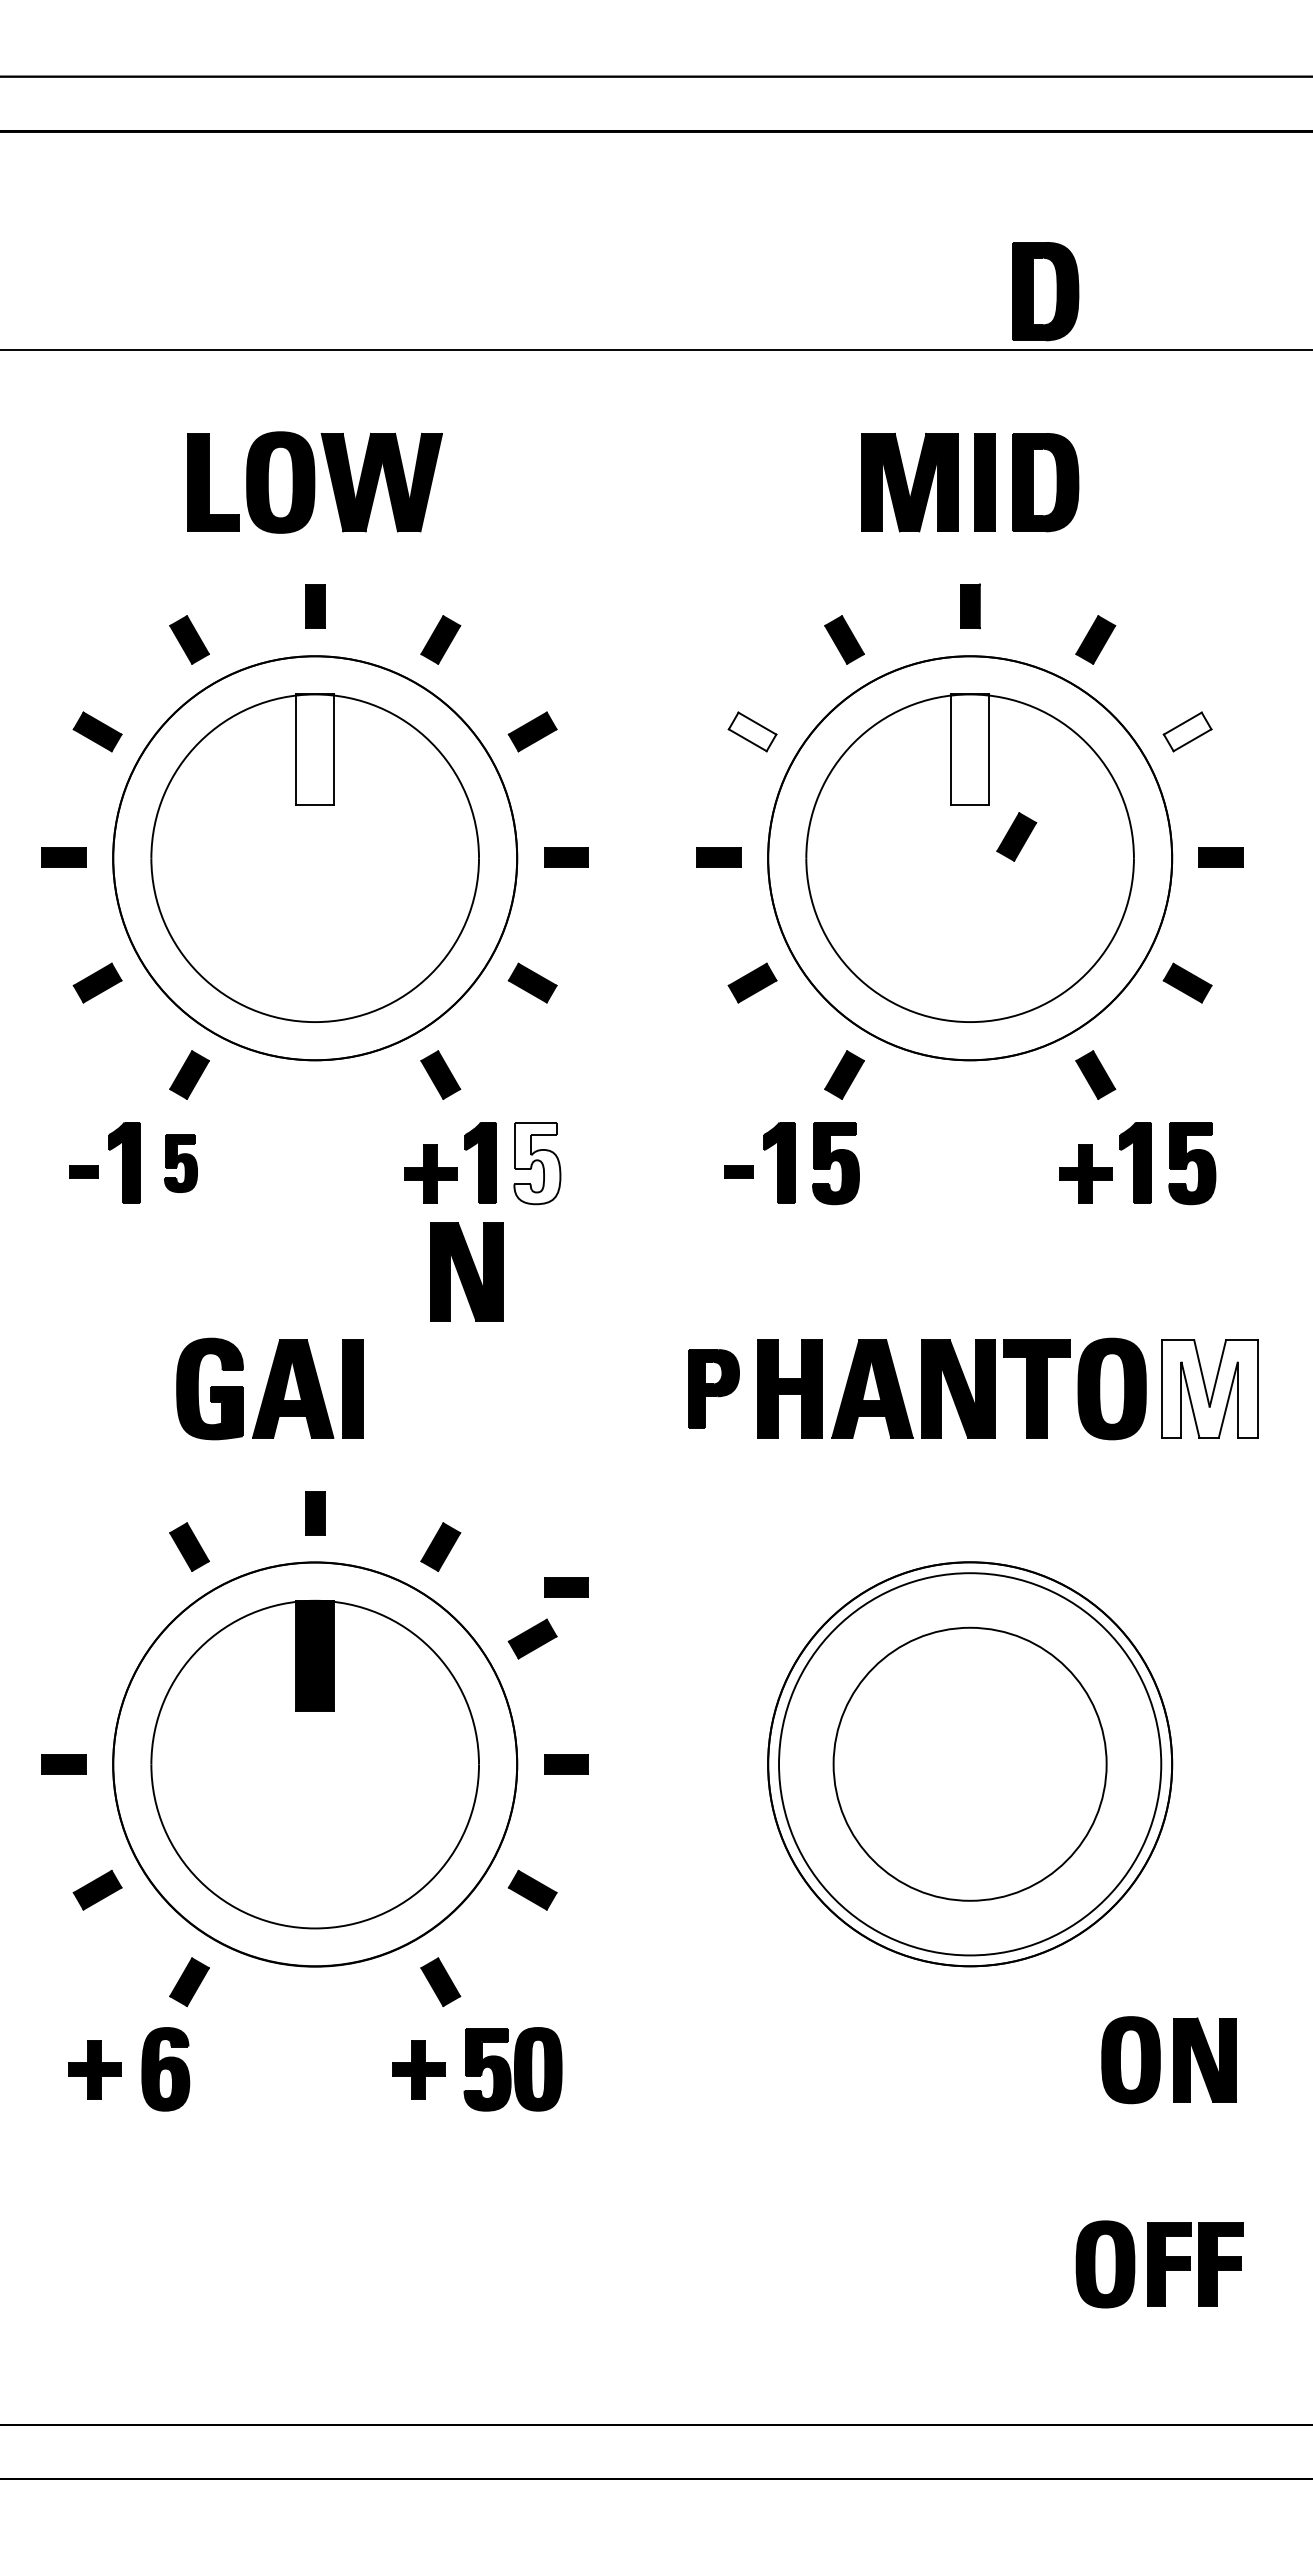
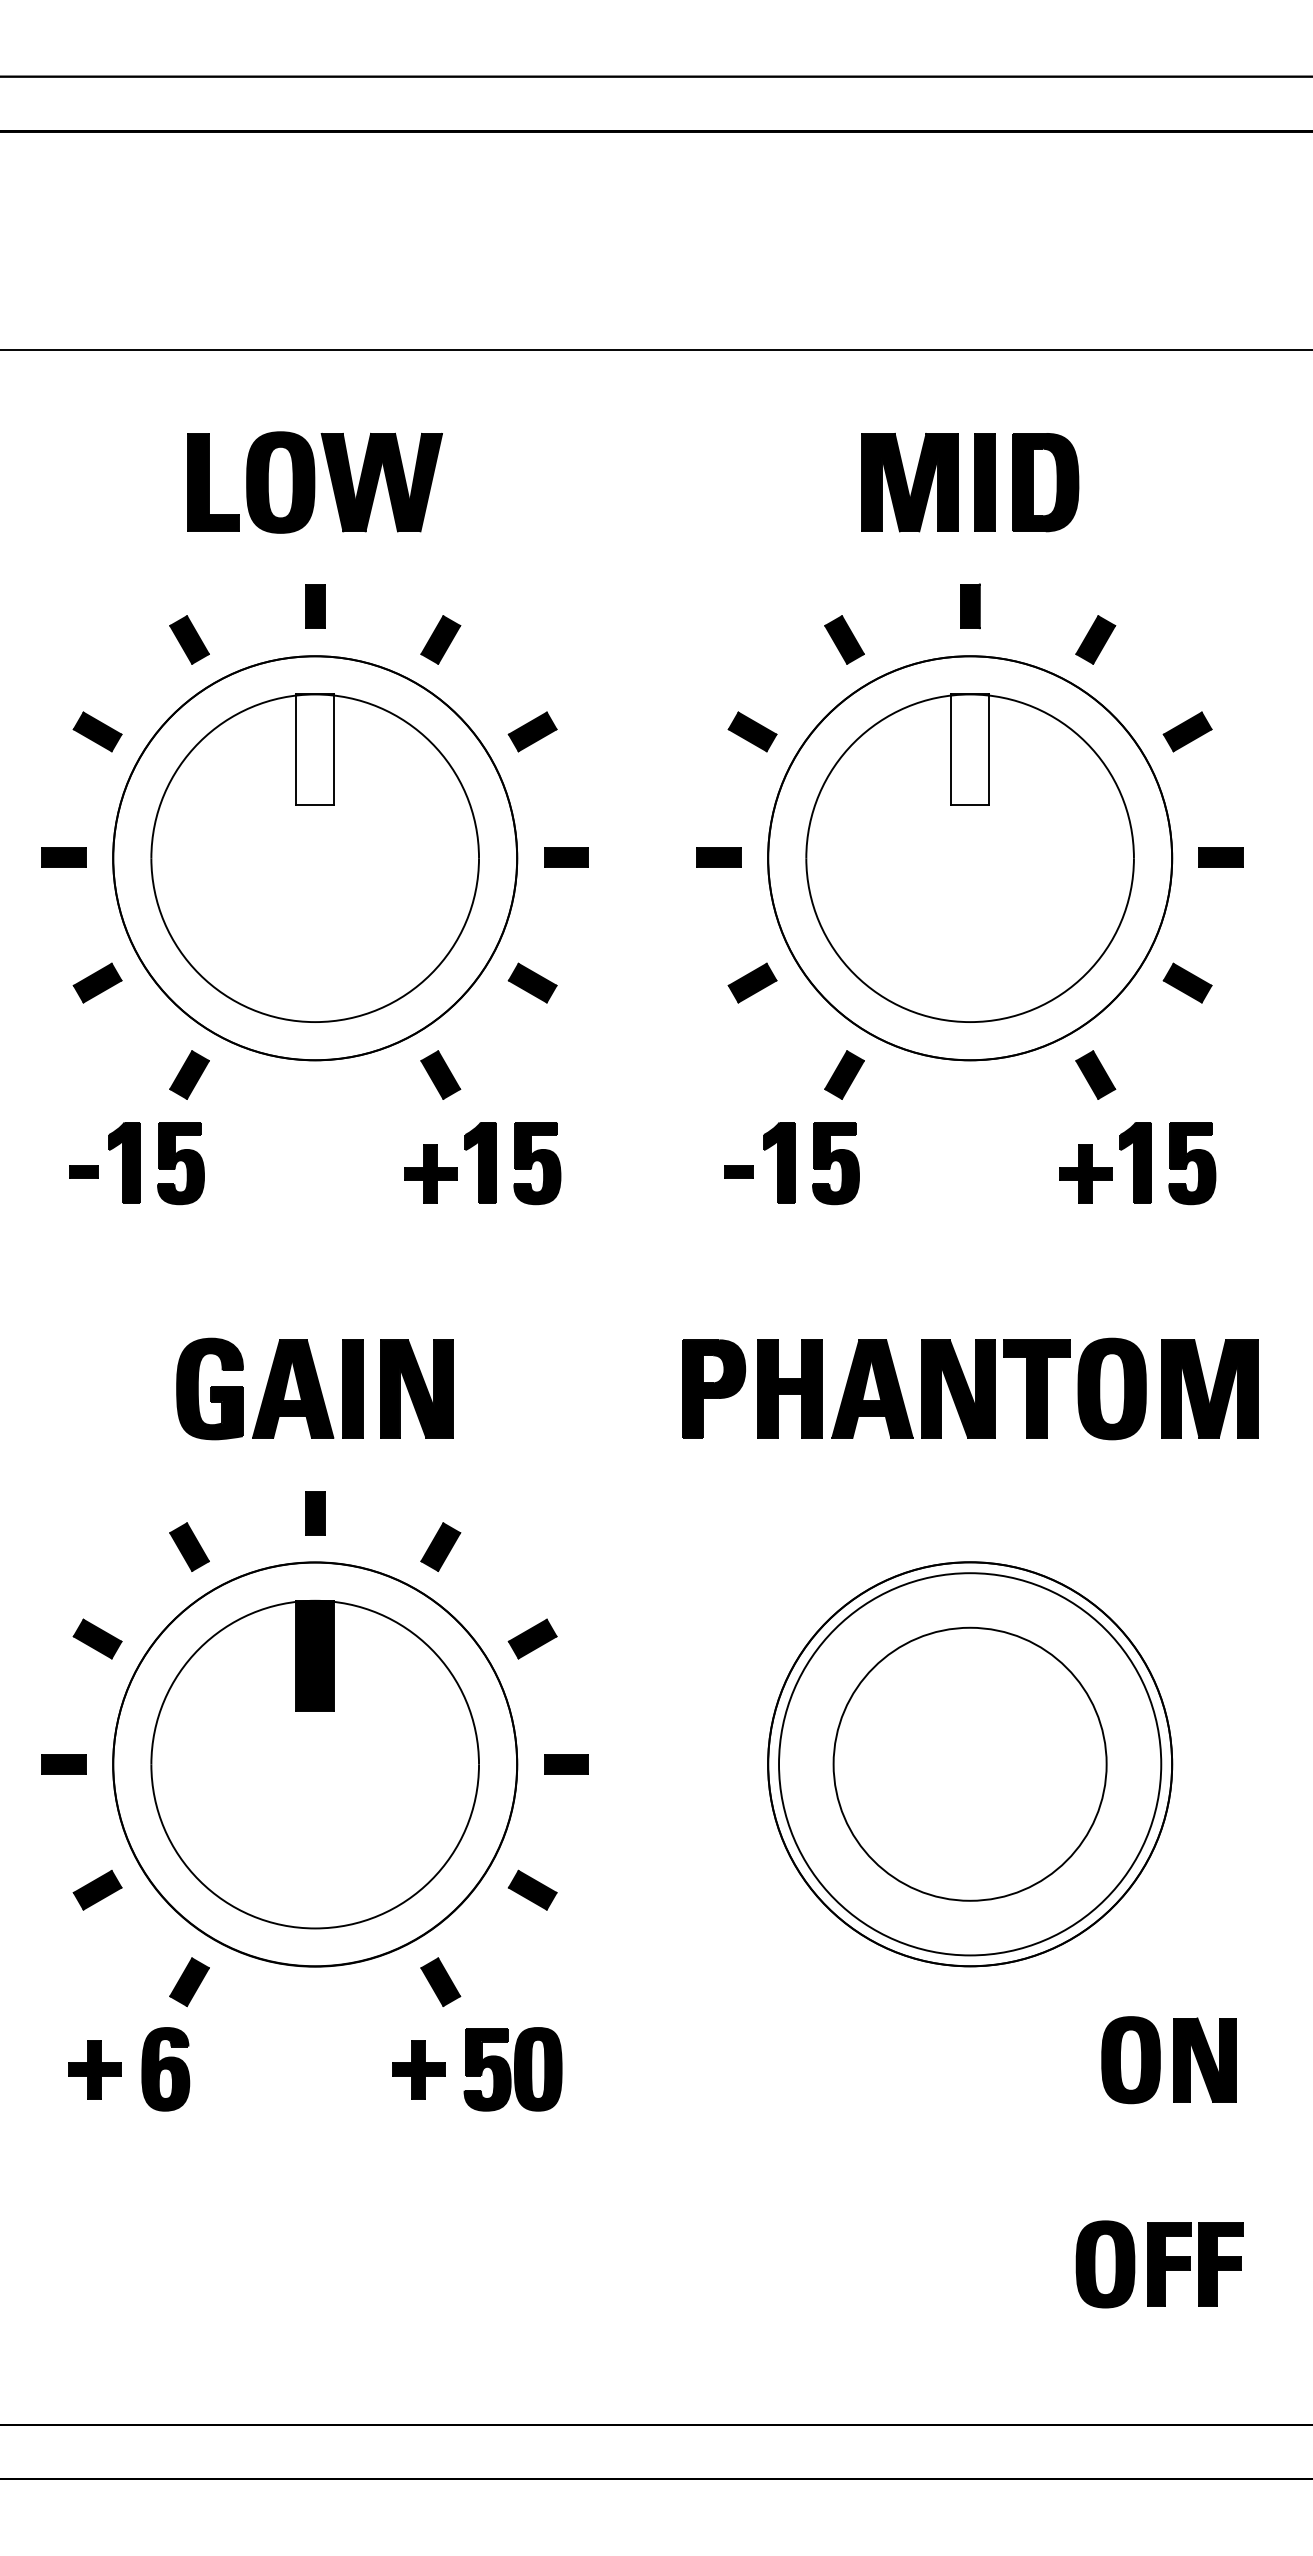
part at (1045, 291): present -> none
fill at (752, 731): none -> present
fill at (1187, 731): none -> present
part at (1016, 836): present -> none
part at (180, 1163) size: 34x59 px -> 48x84 px
fill at (537, 1163): none -> present
part at (466, 1271) position: (466, 1271) -> (416, 1388)
part at (713, 1388) size: 52x80 px -> 65x100 px
fill at (1209, 1388): none -> present
part at (566, 1587): present -> none
part at (97, 1638): none -> present
